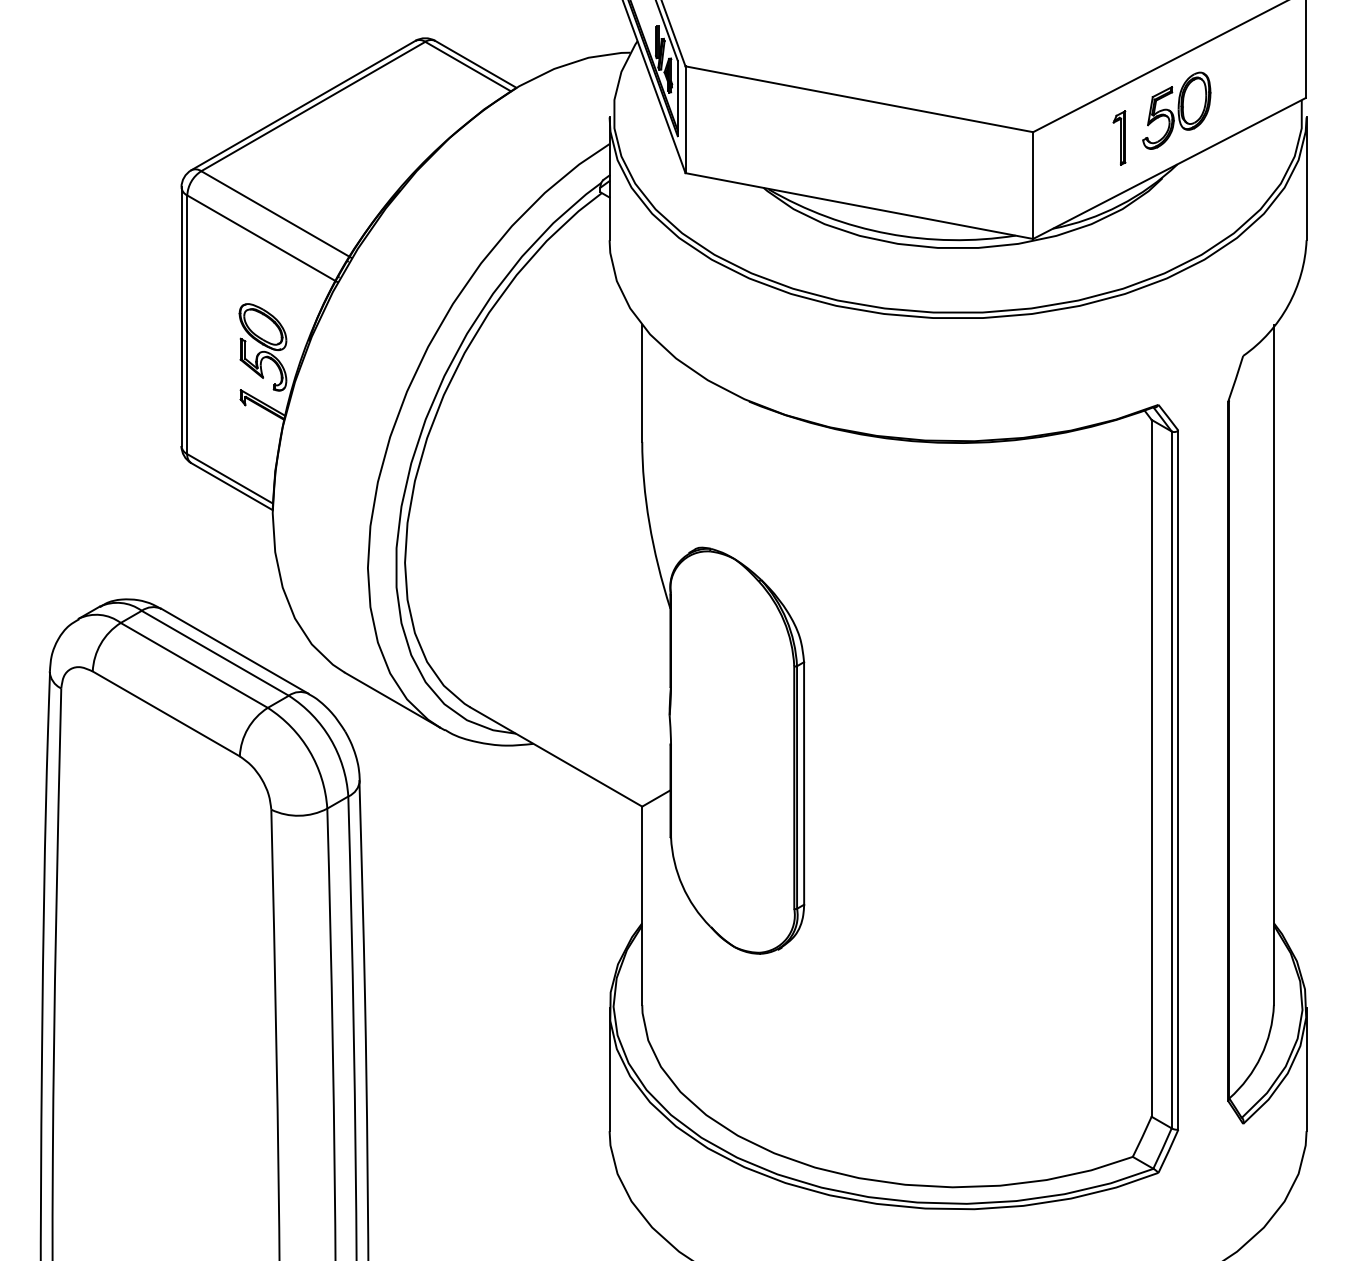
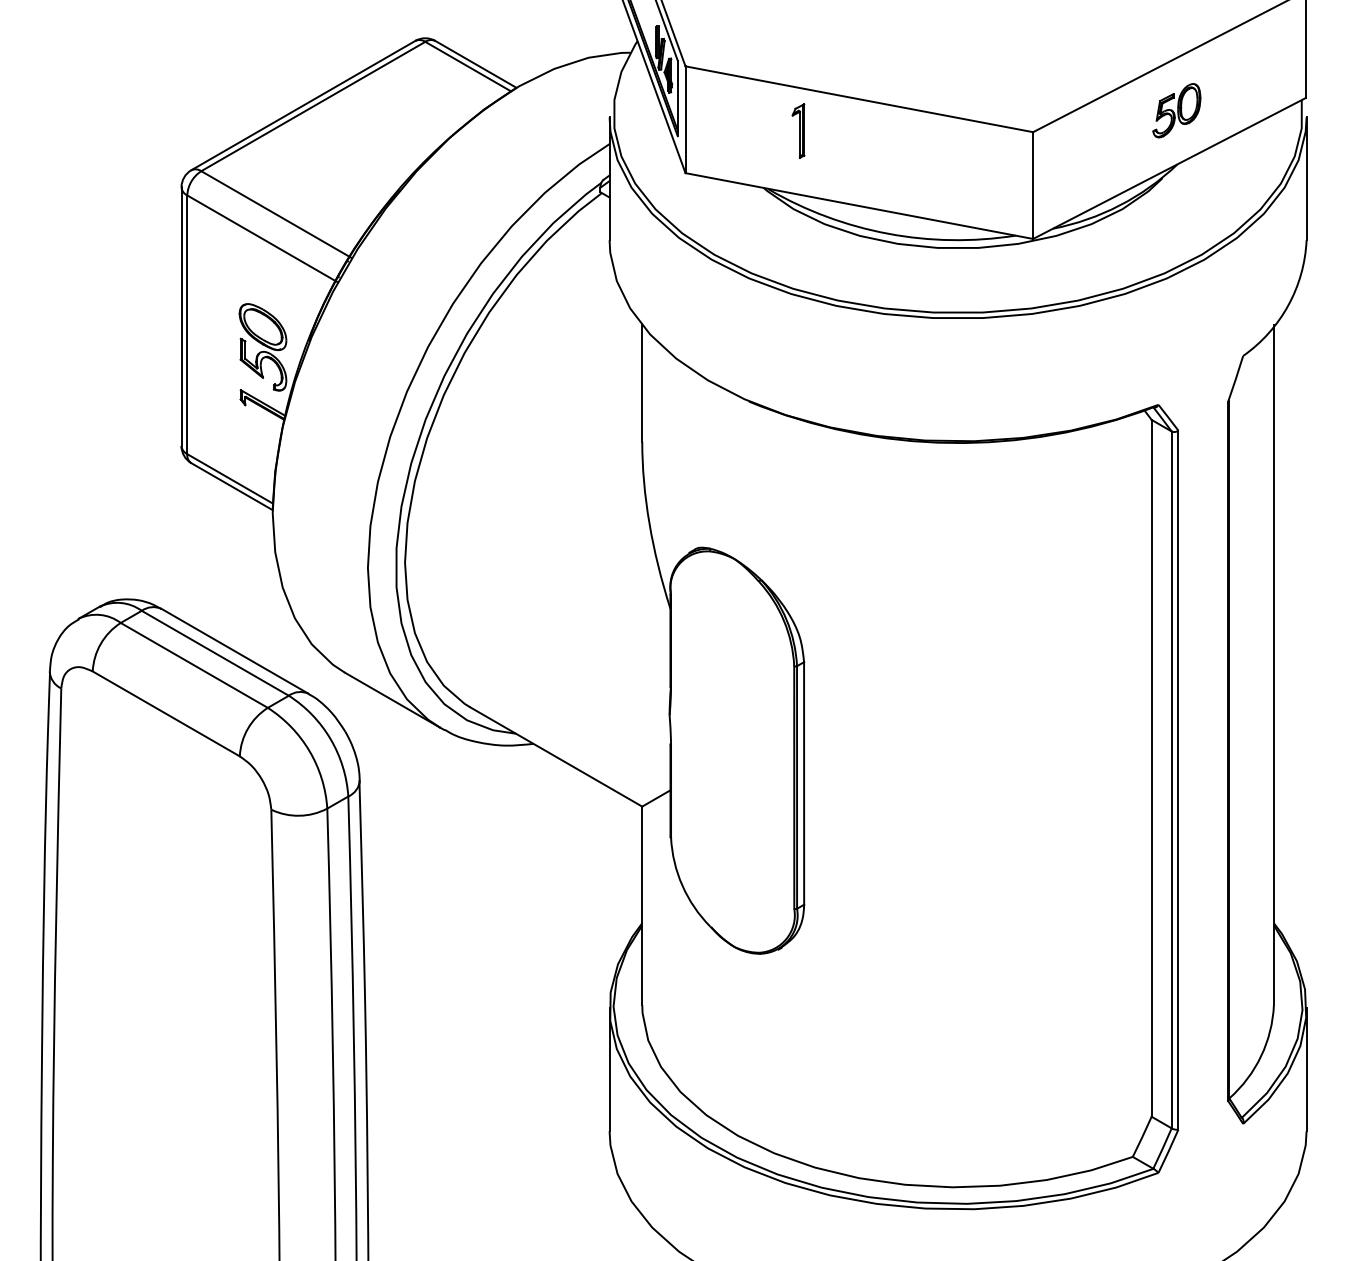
part at (1176, 110) size: 70x79 px -> 50x56 px
part at (1119, 137) position: (1119, 137) -> (798, 130)
